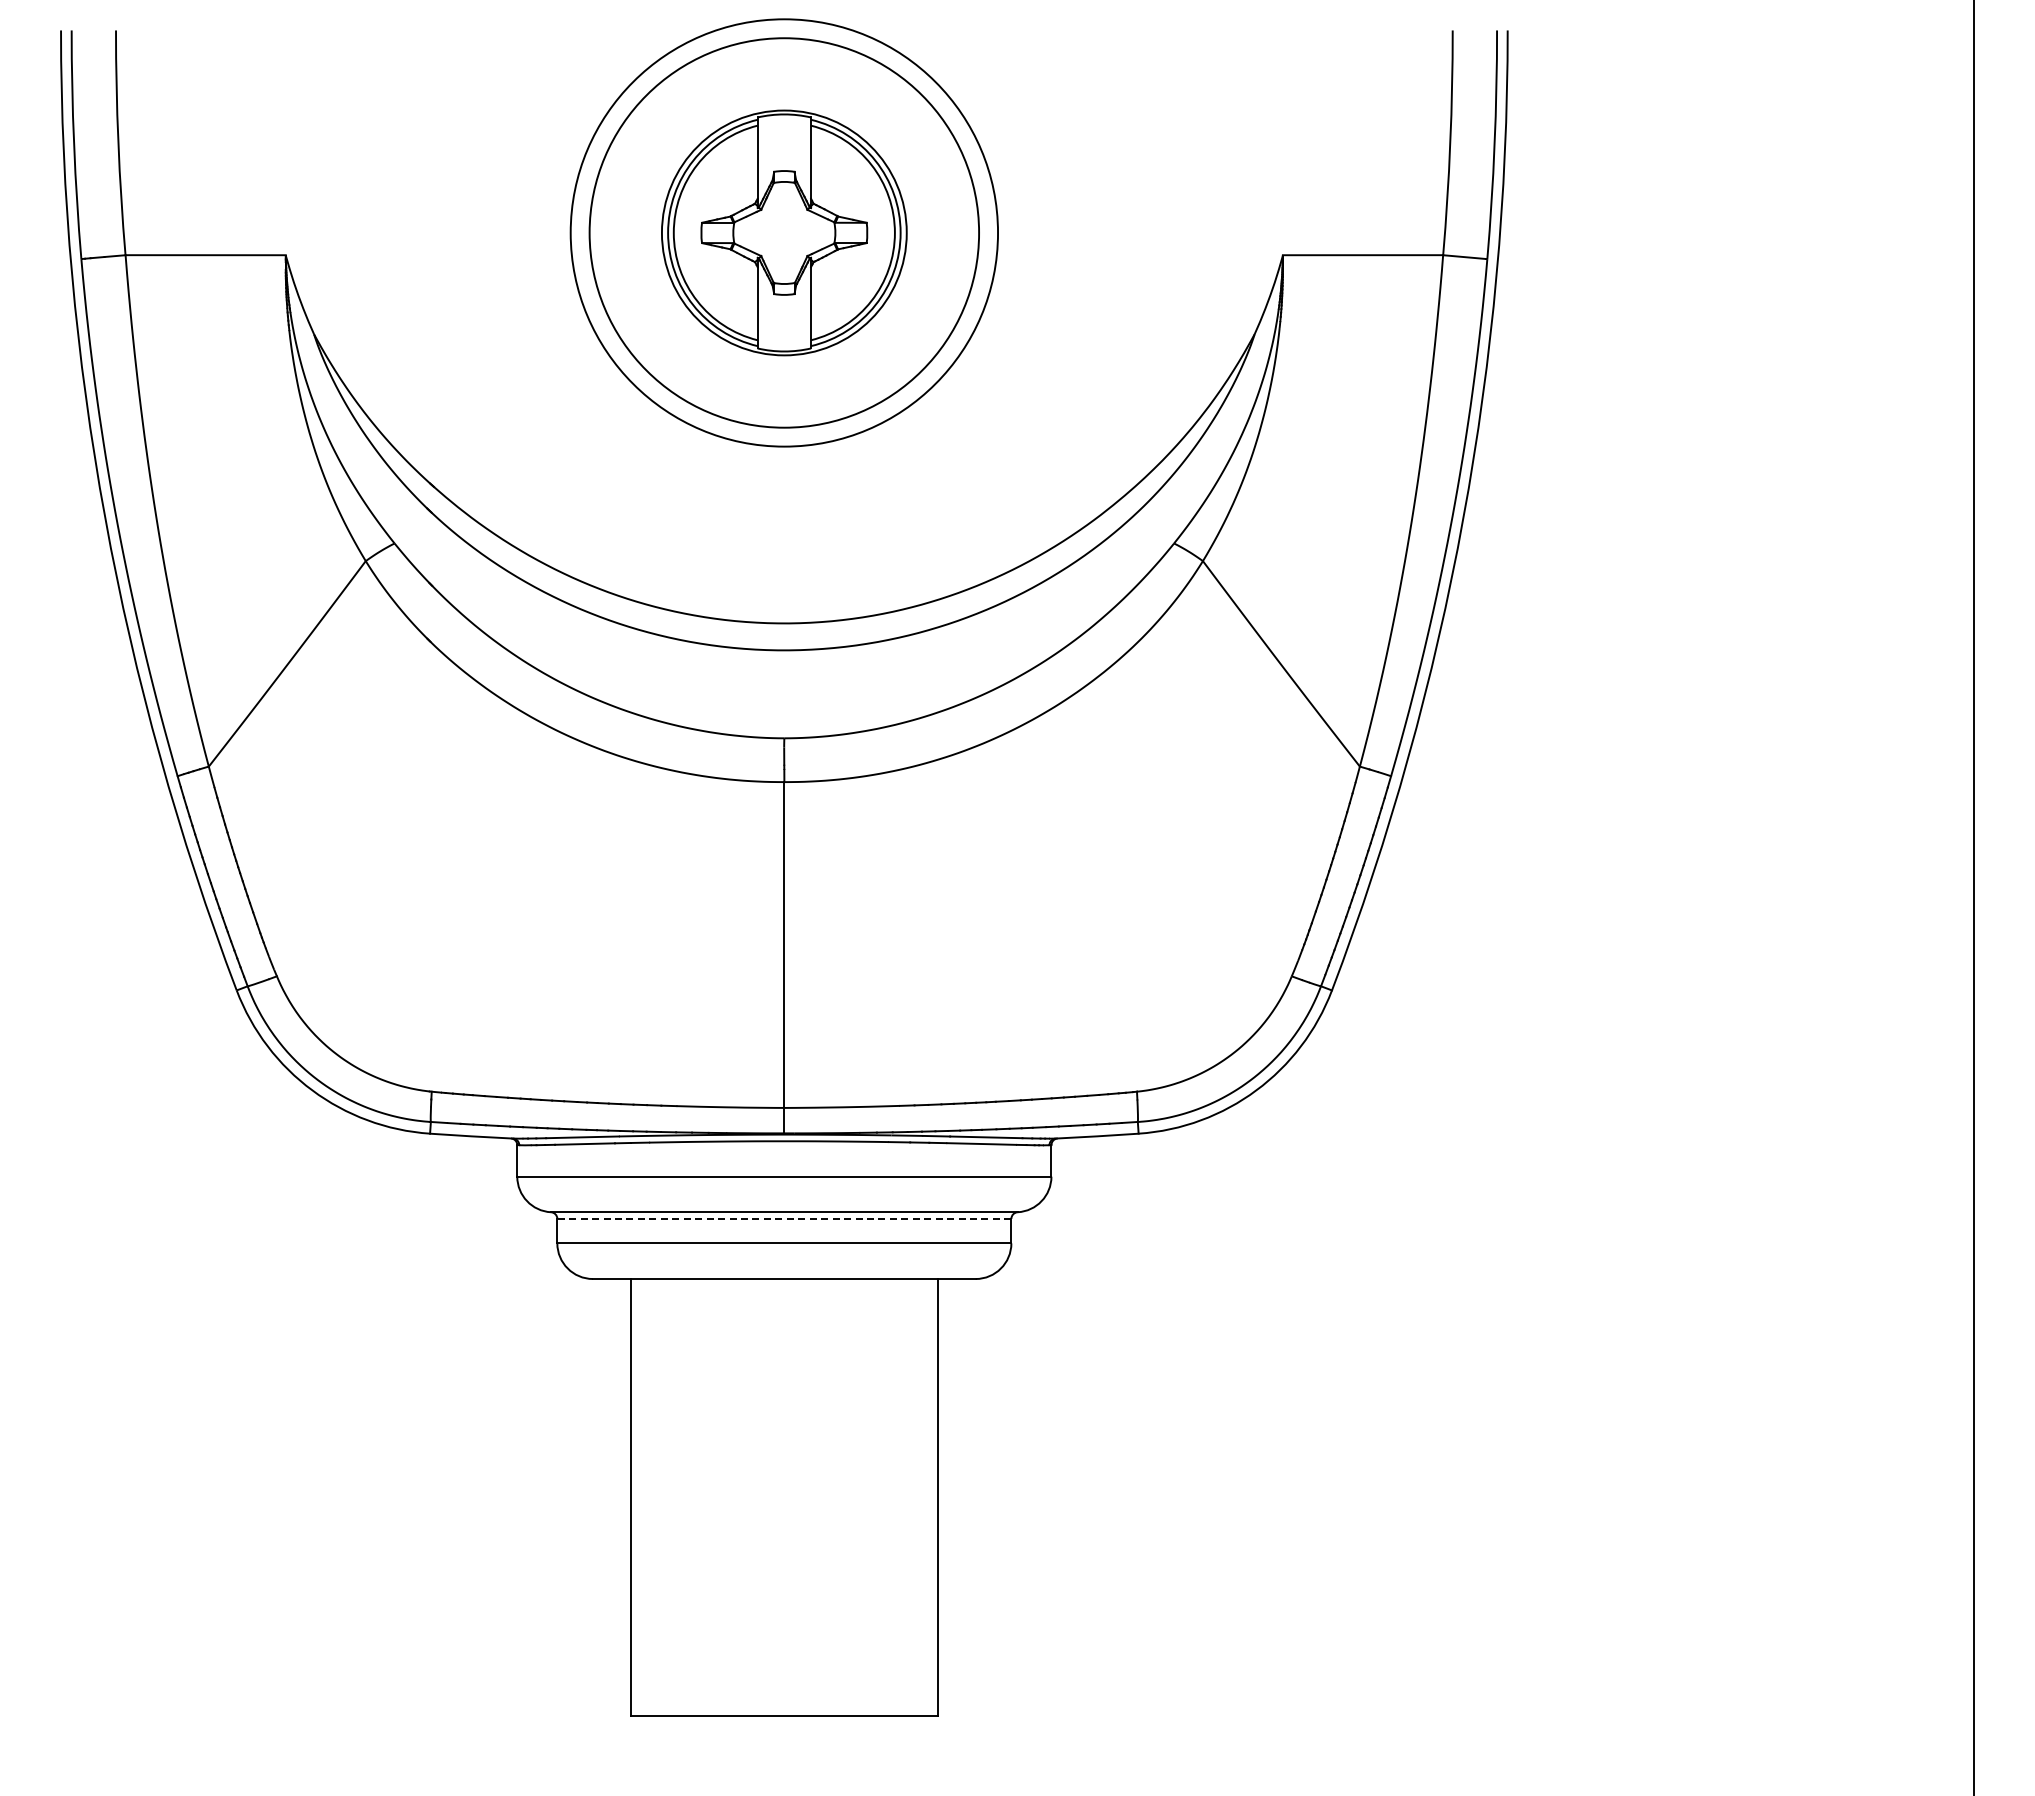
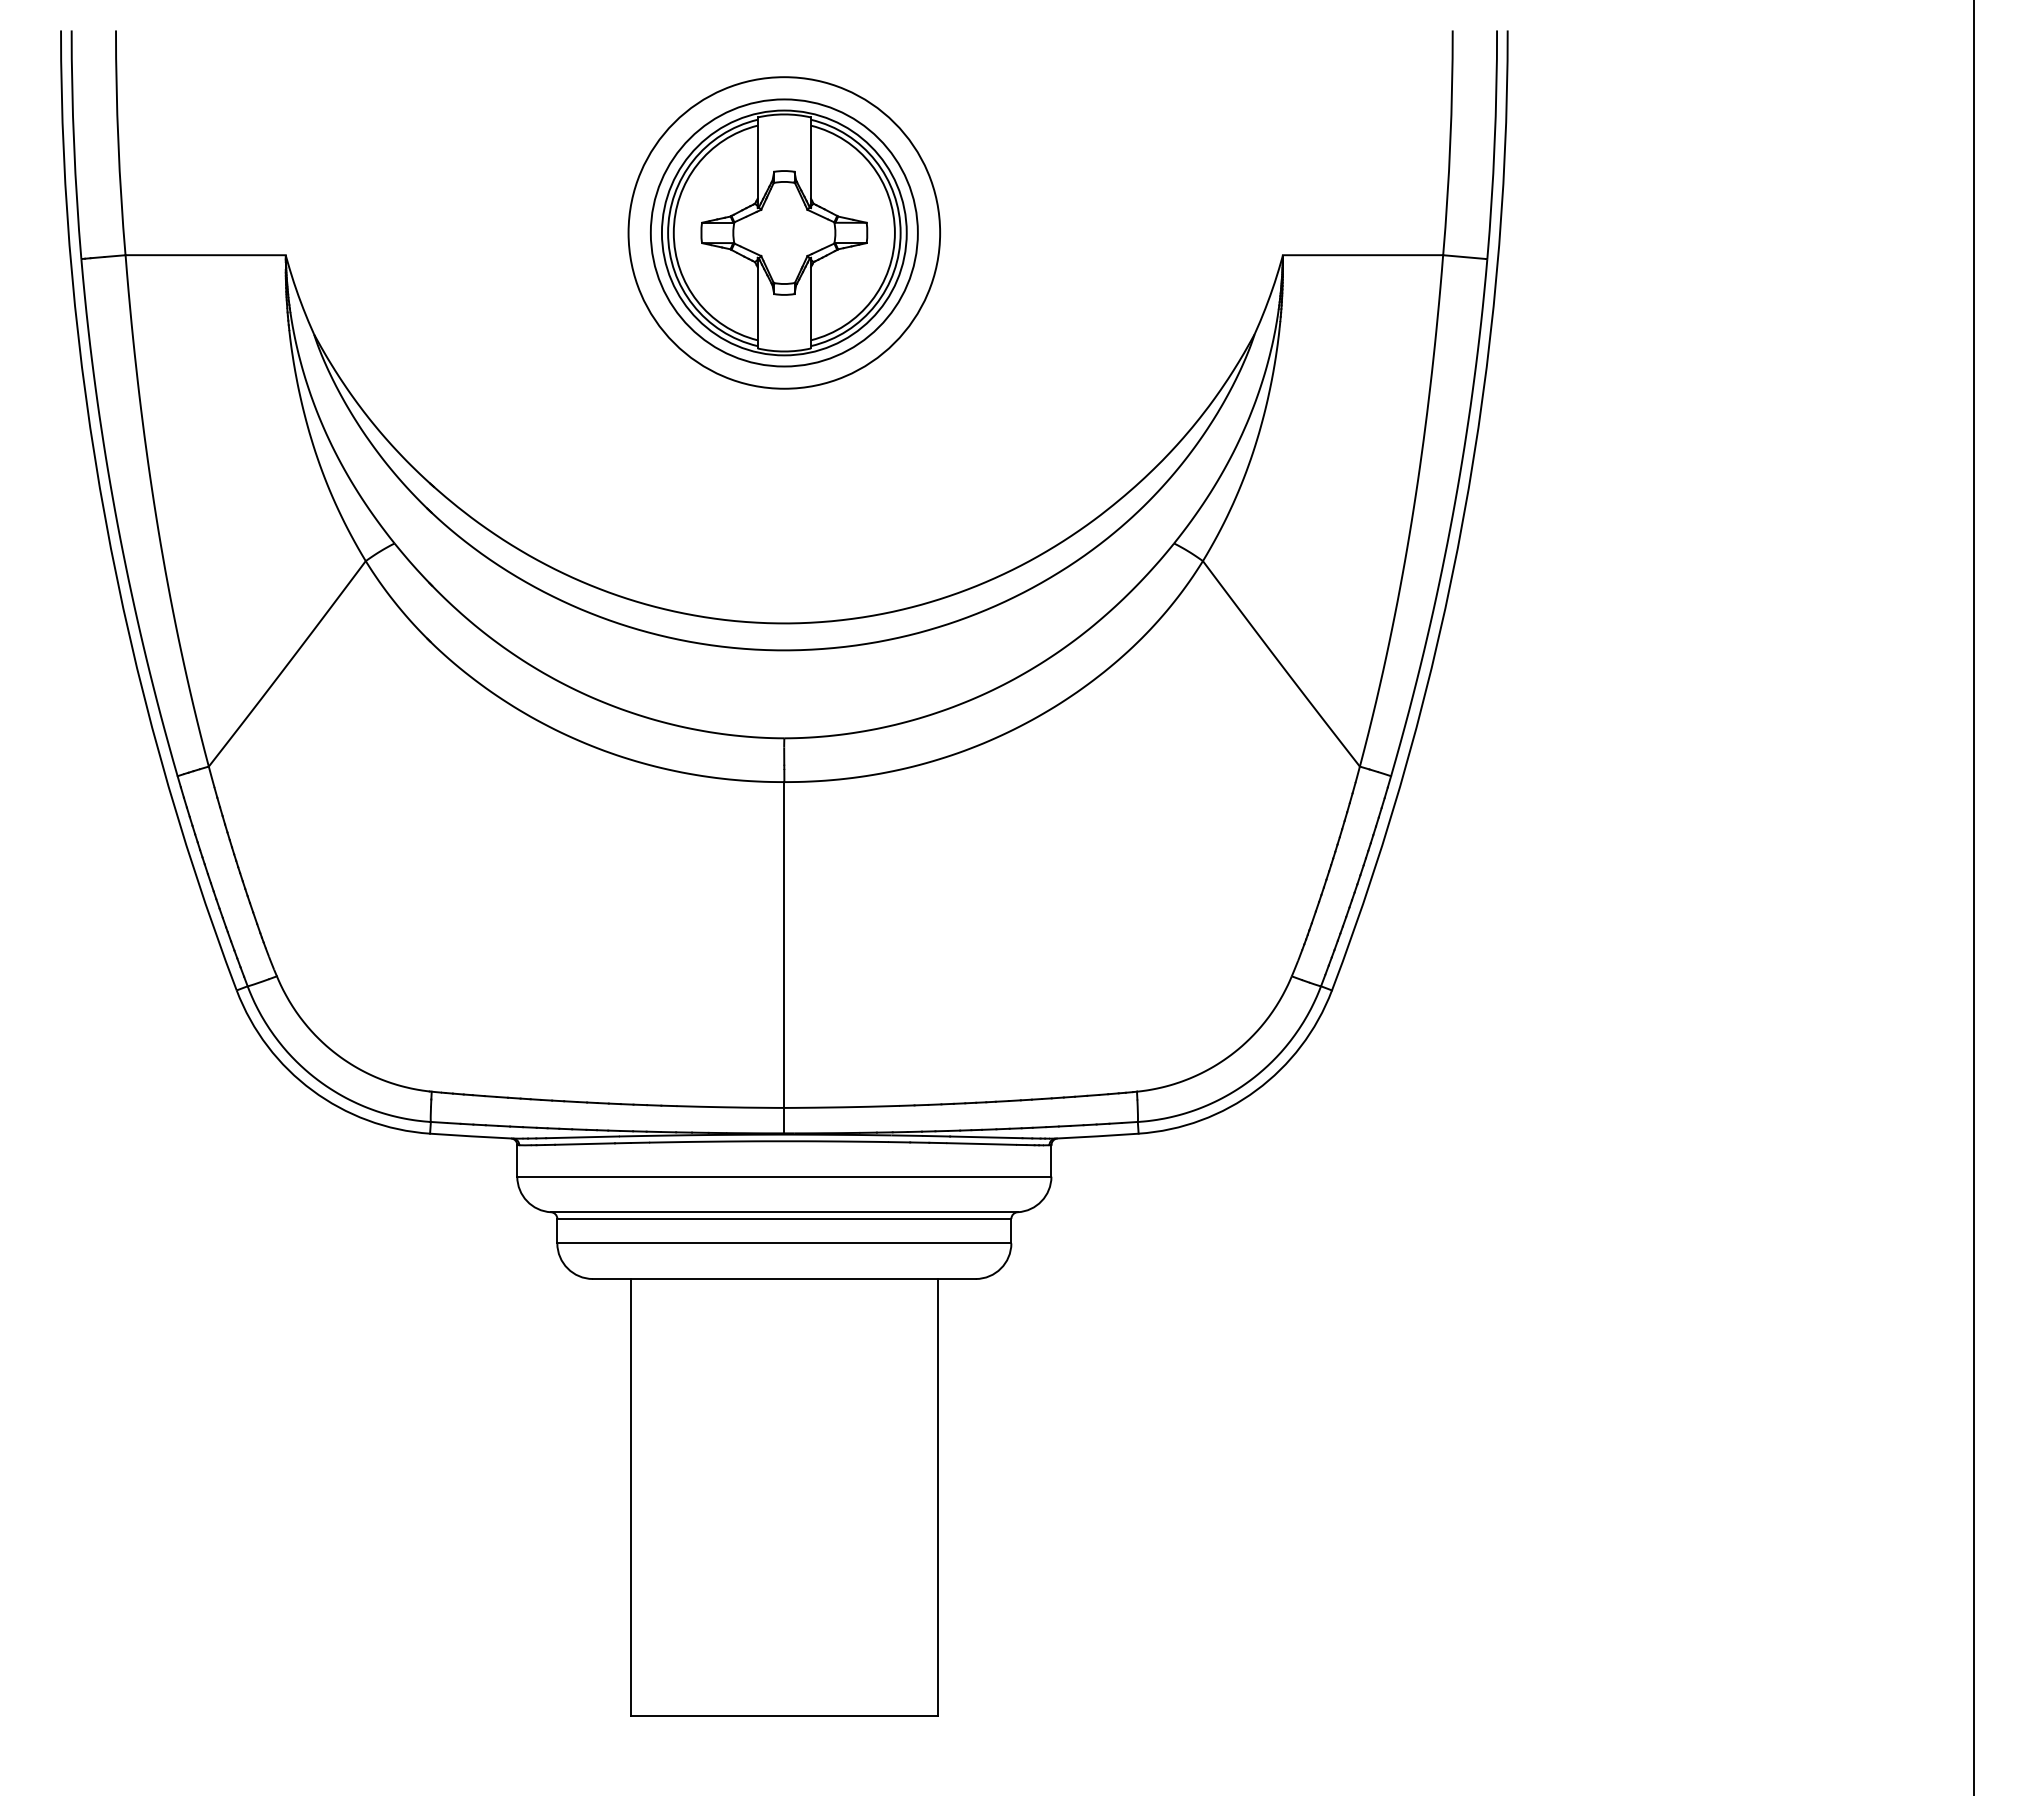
circle at (784, 232) diameter: 389 px -> 312 px
circle at (784, 232) diameter: 427 px -> 267 px
line at (783, 1218): dashed -> solid
